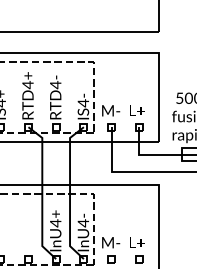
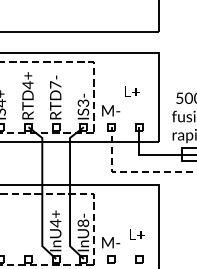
text at (55, 85): RTD4- -> RTD7-
text at (83, 103): IS4- -> IS3-
text at (137, 110) position: (137, 110) -> (132, 91)
line at (130, 172): solid -> dashed
text at (83, 223): InU4- -> InU8-
text at (137, 242) position: (137, 242) -> (137, 234)
